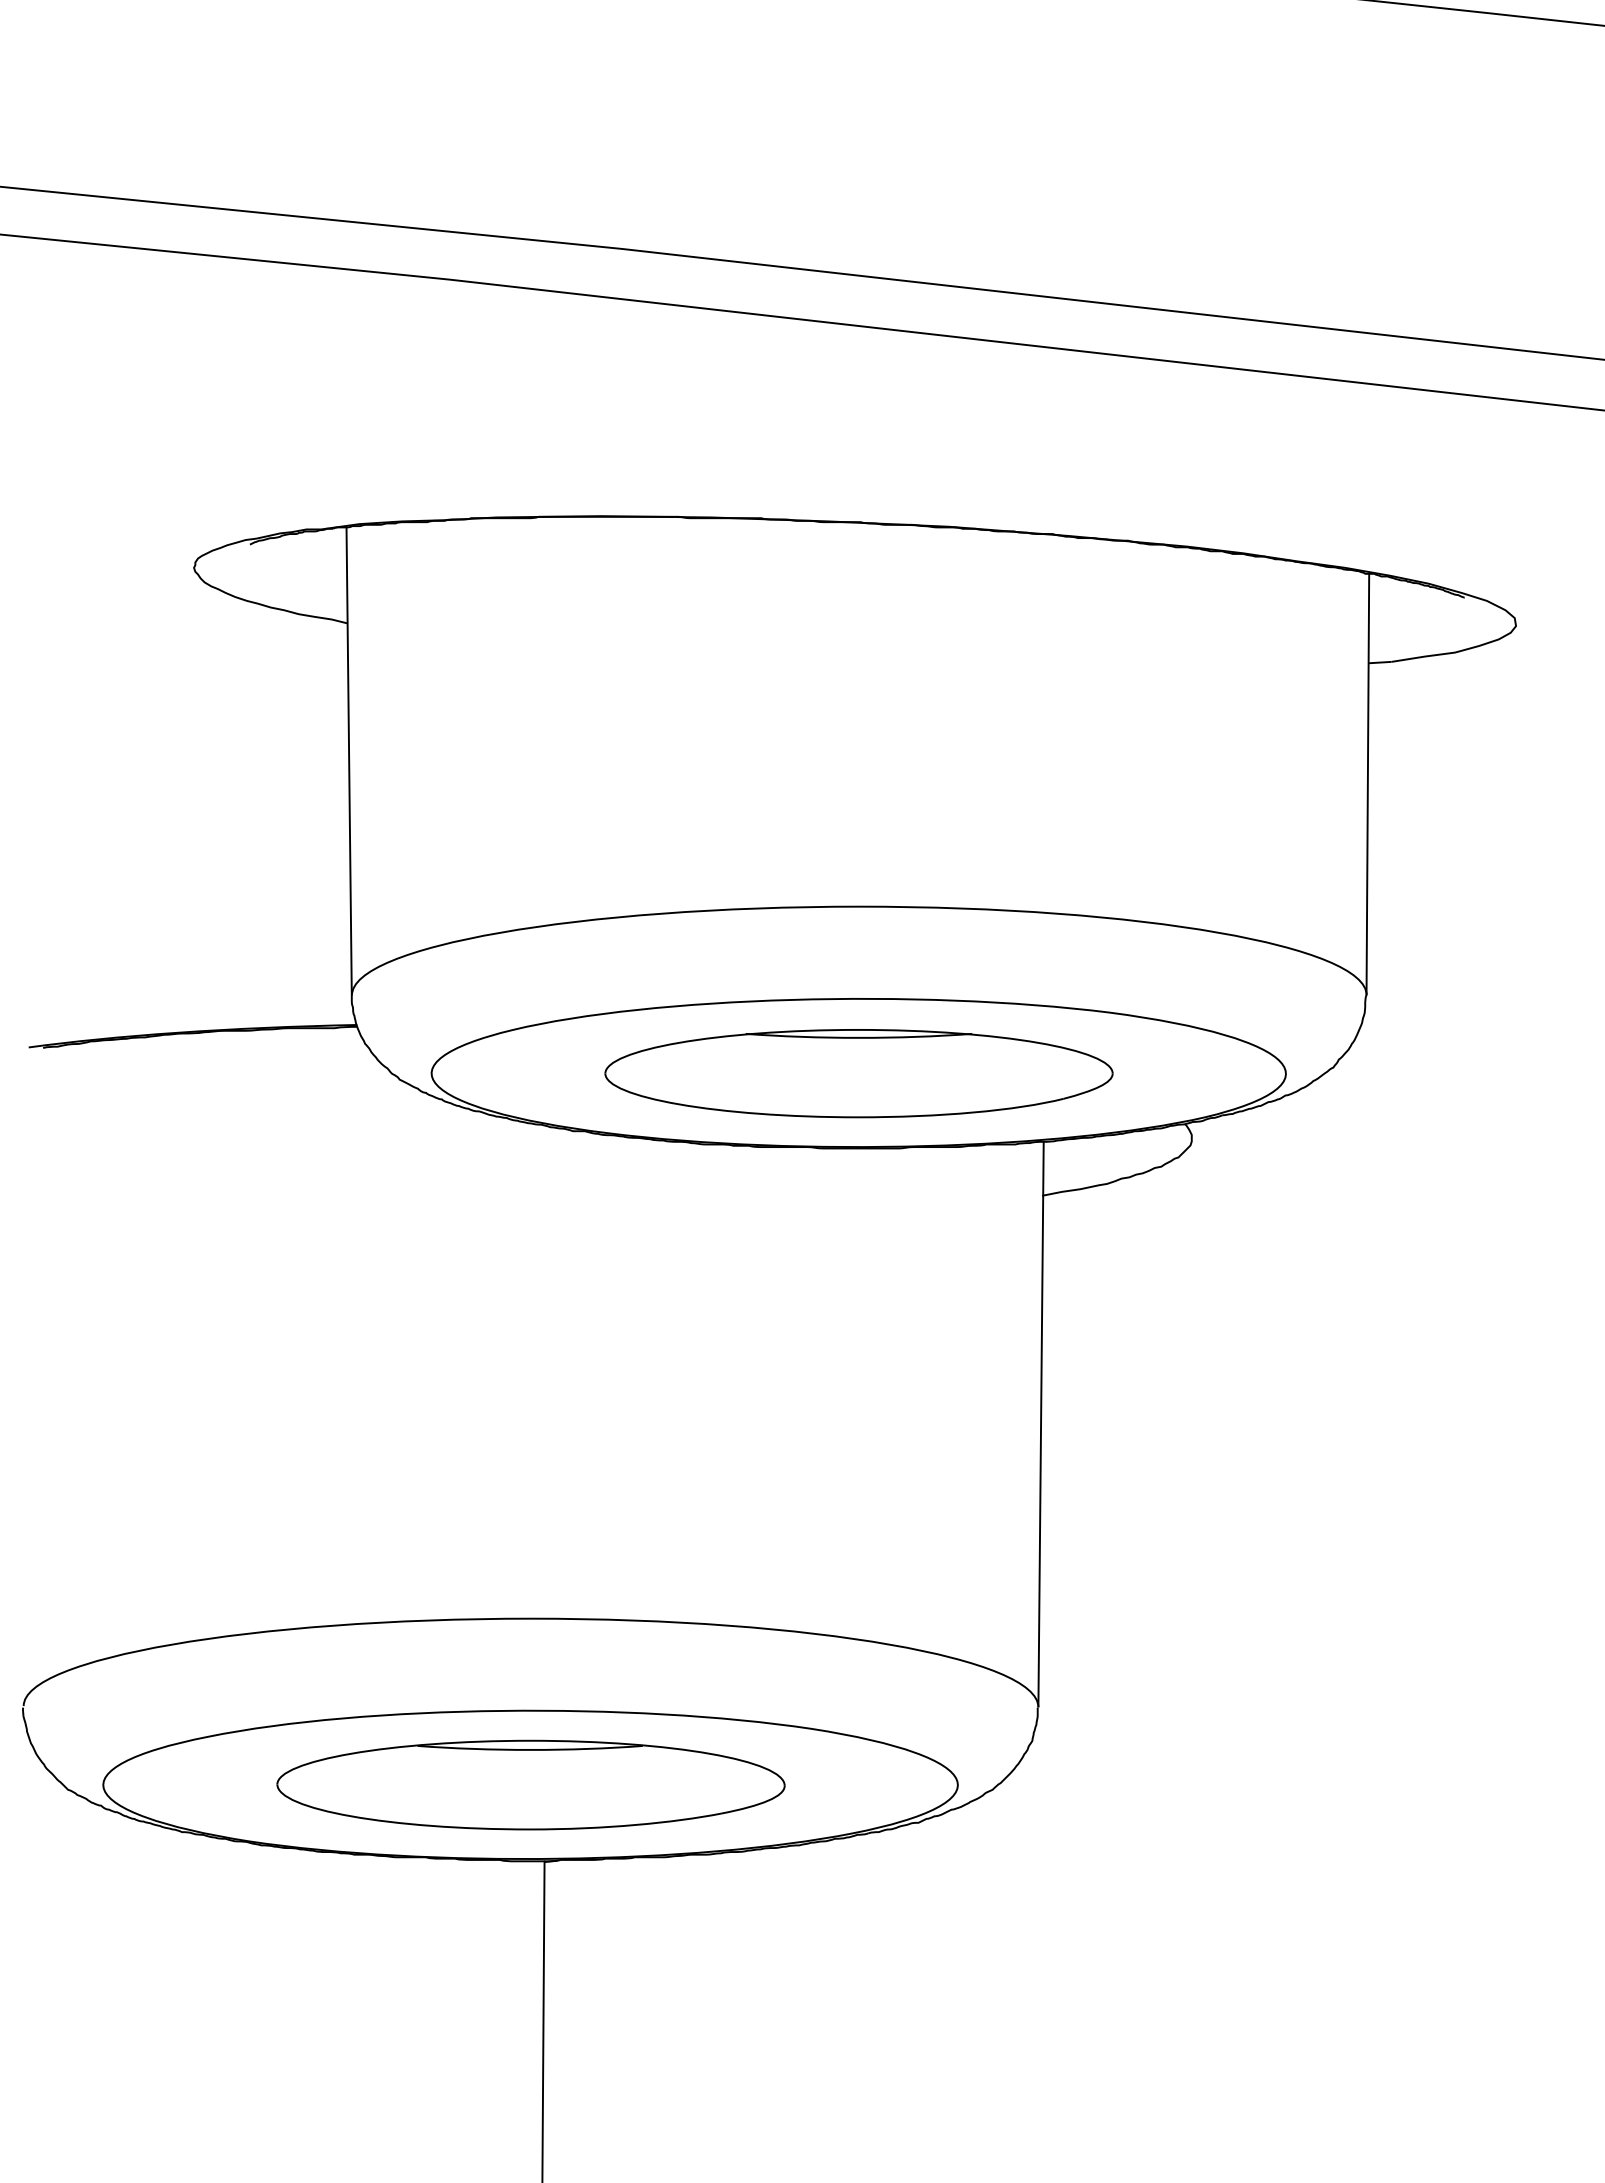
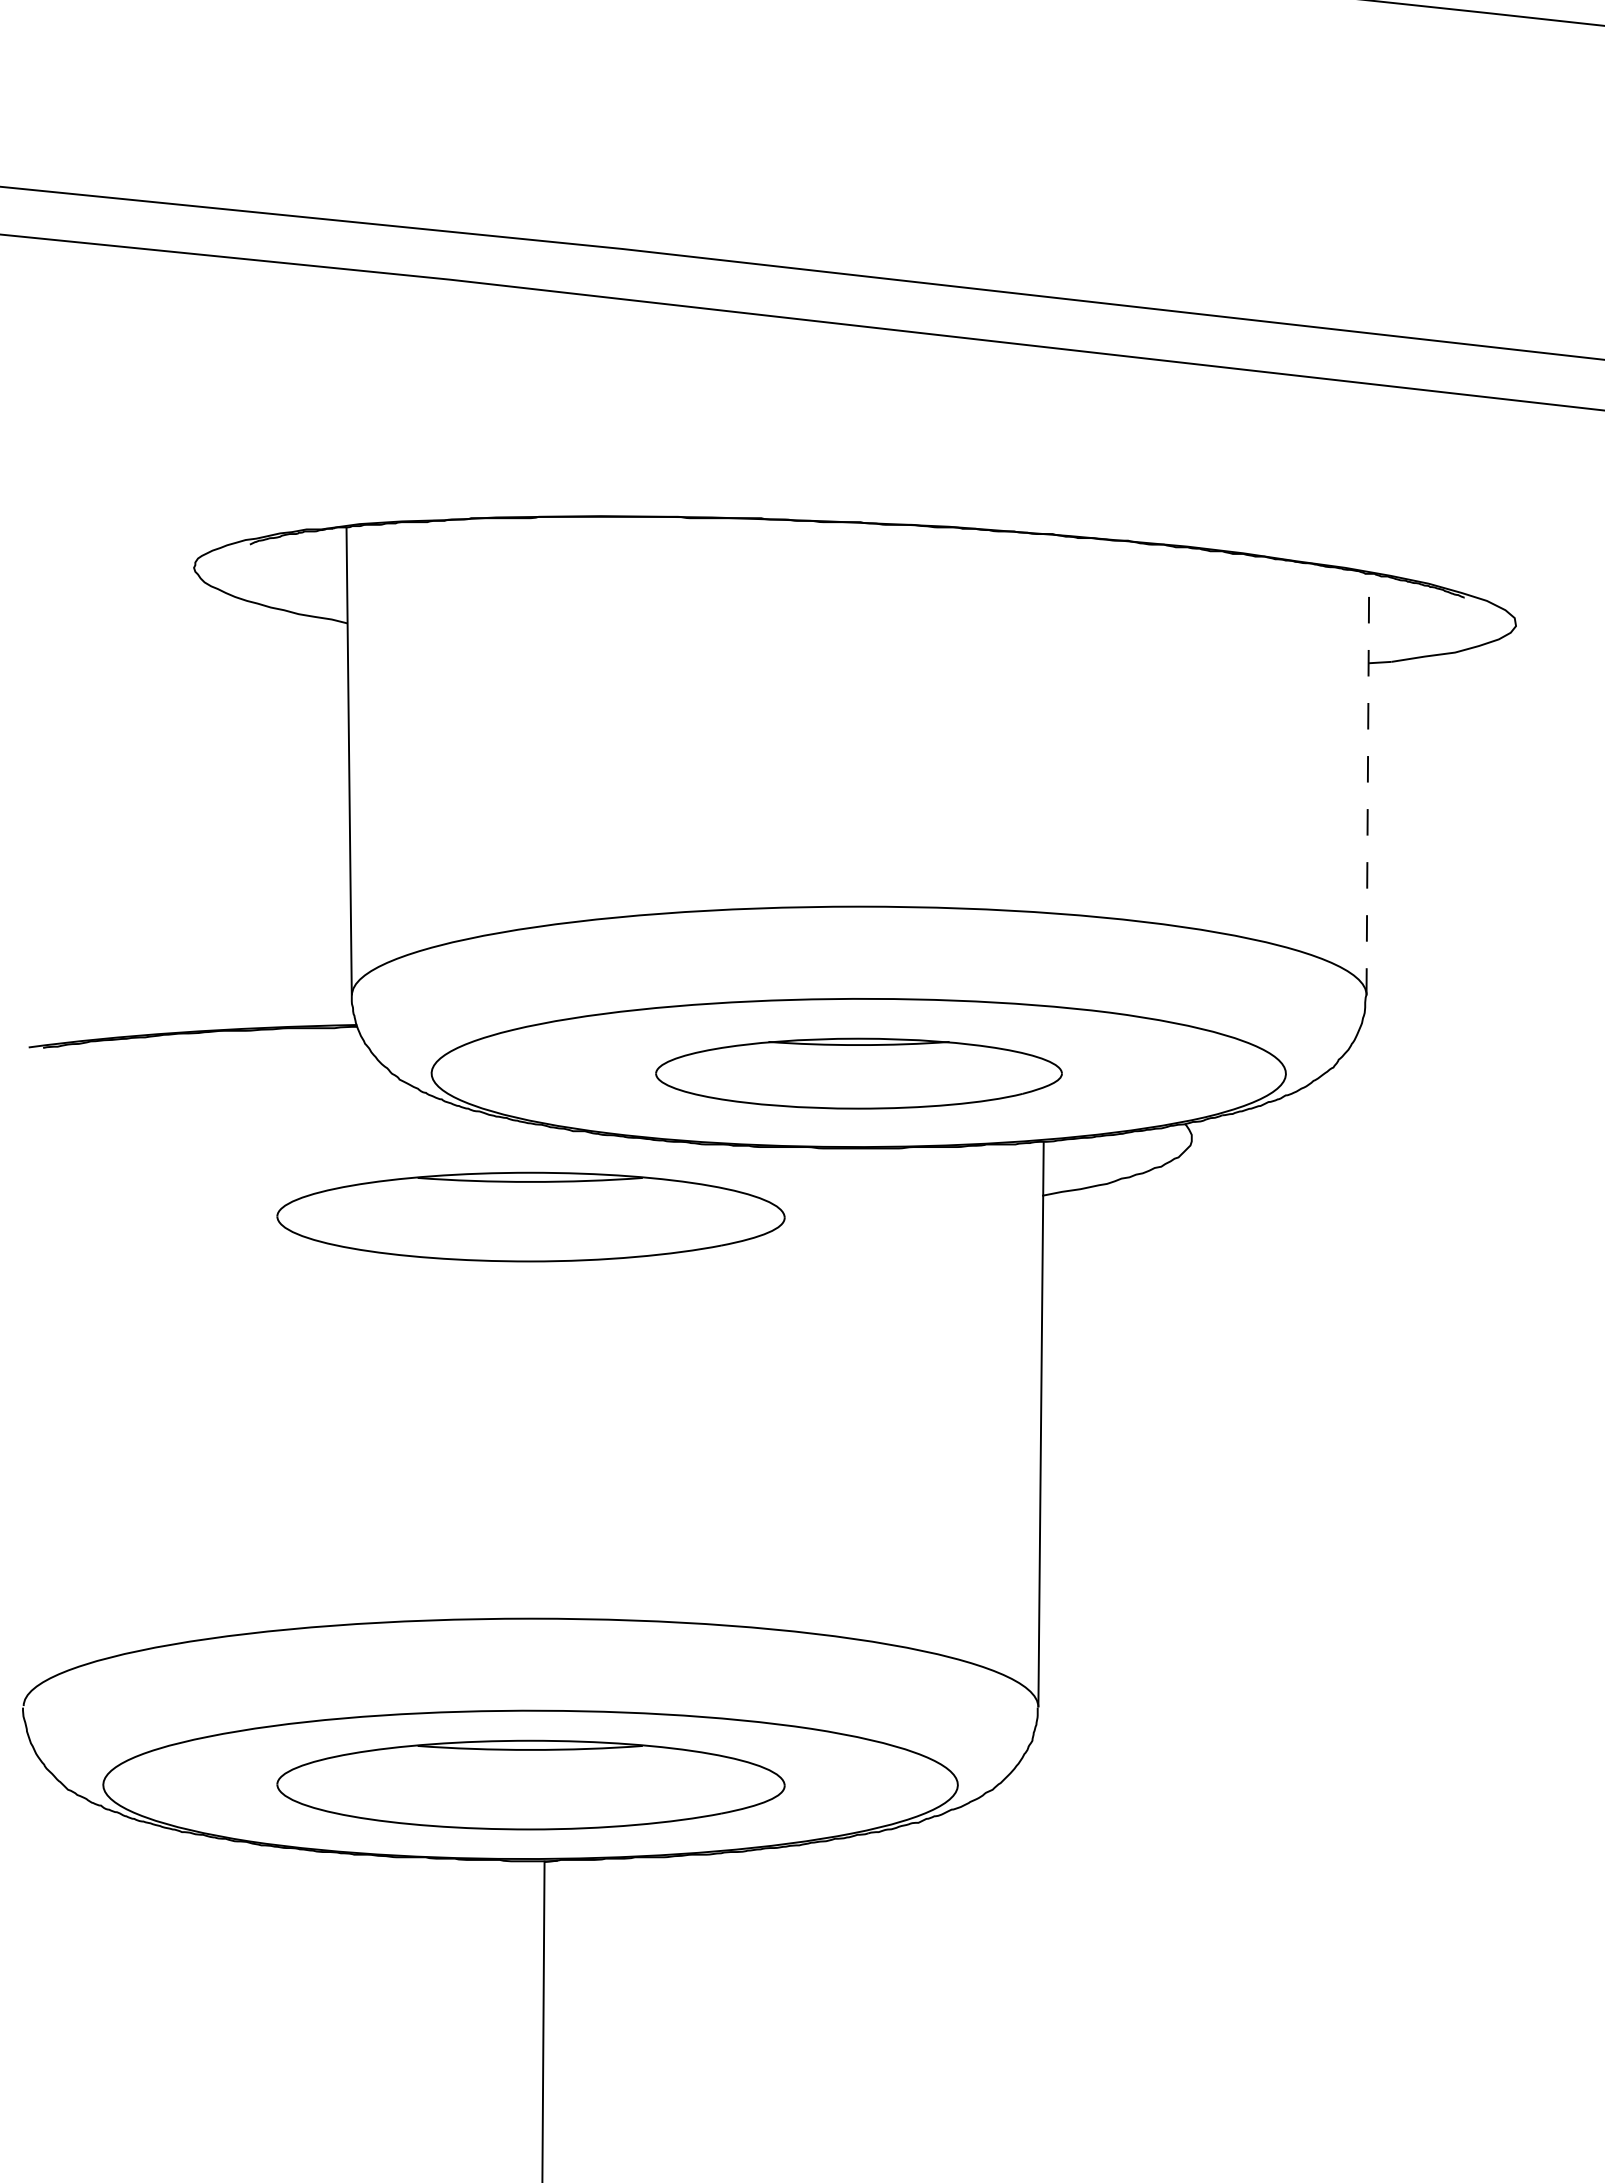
line at (1367, 784): solid -> dashed
part at (858, 1073) size: 510x90 px -> 408x73 px
part at (530, 1216): none -> present
